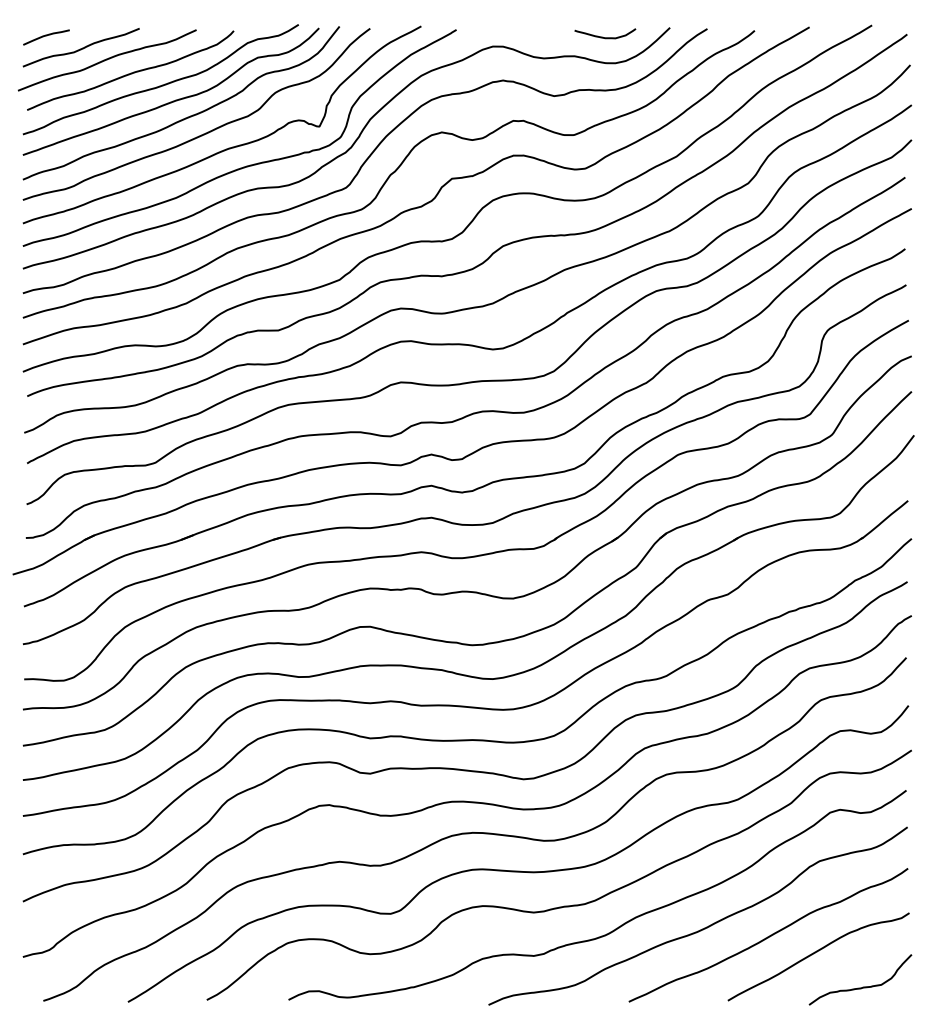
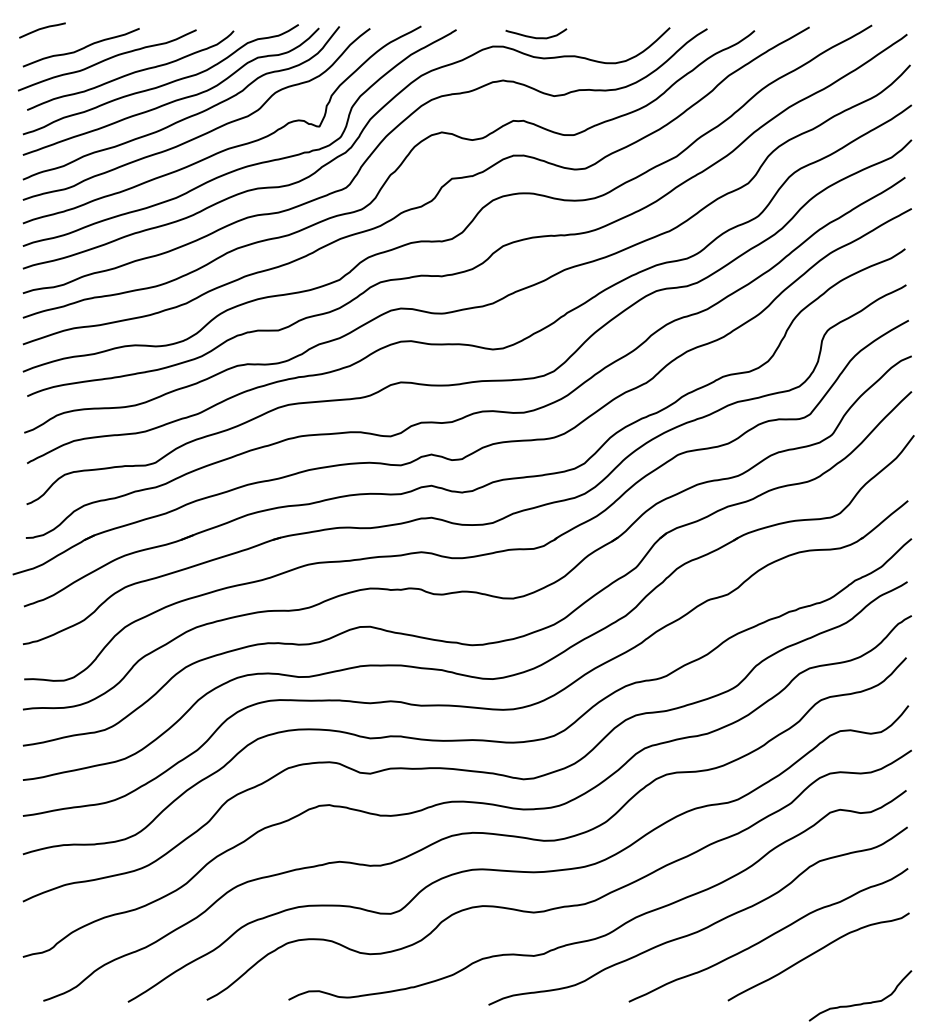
curve at (46, 36) position: (46, 36) -> (42, 29)
curve at (605, 37) position: (605, 37) -> (536, 37)
curve at (862, 986) position: (862, 986) -> (862, 1002)
